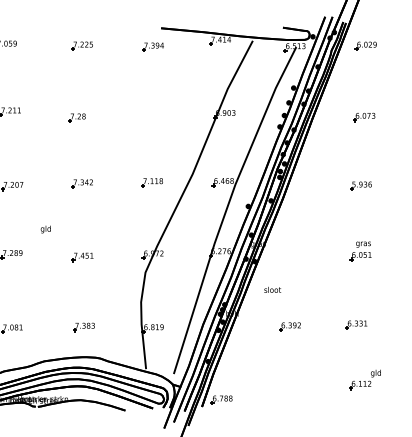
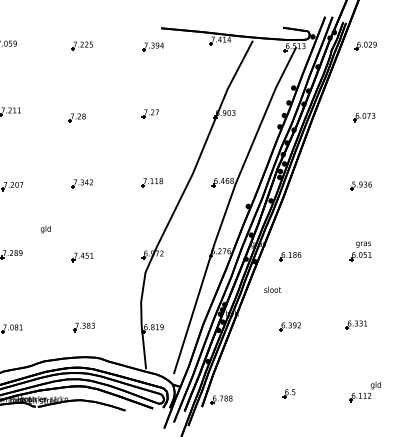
part at (149, 113): none -> present
part at (290, 256): none -> present
part at (364, 379) position: (364, 379) -> (364, 391)
part at (288, 393): none -> present
